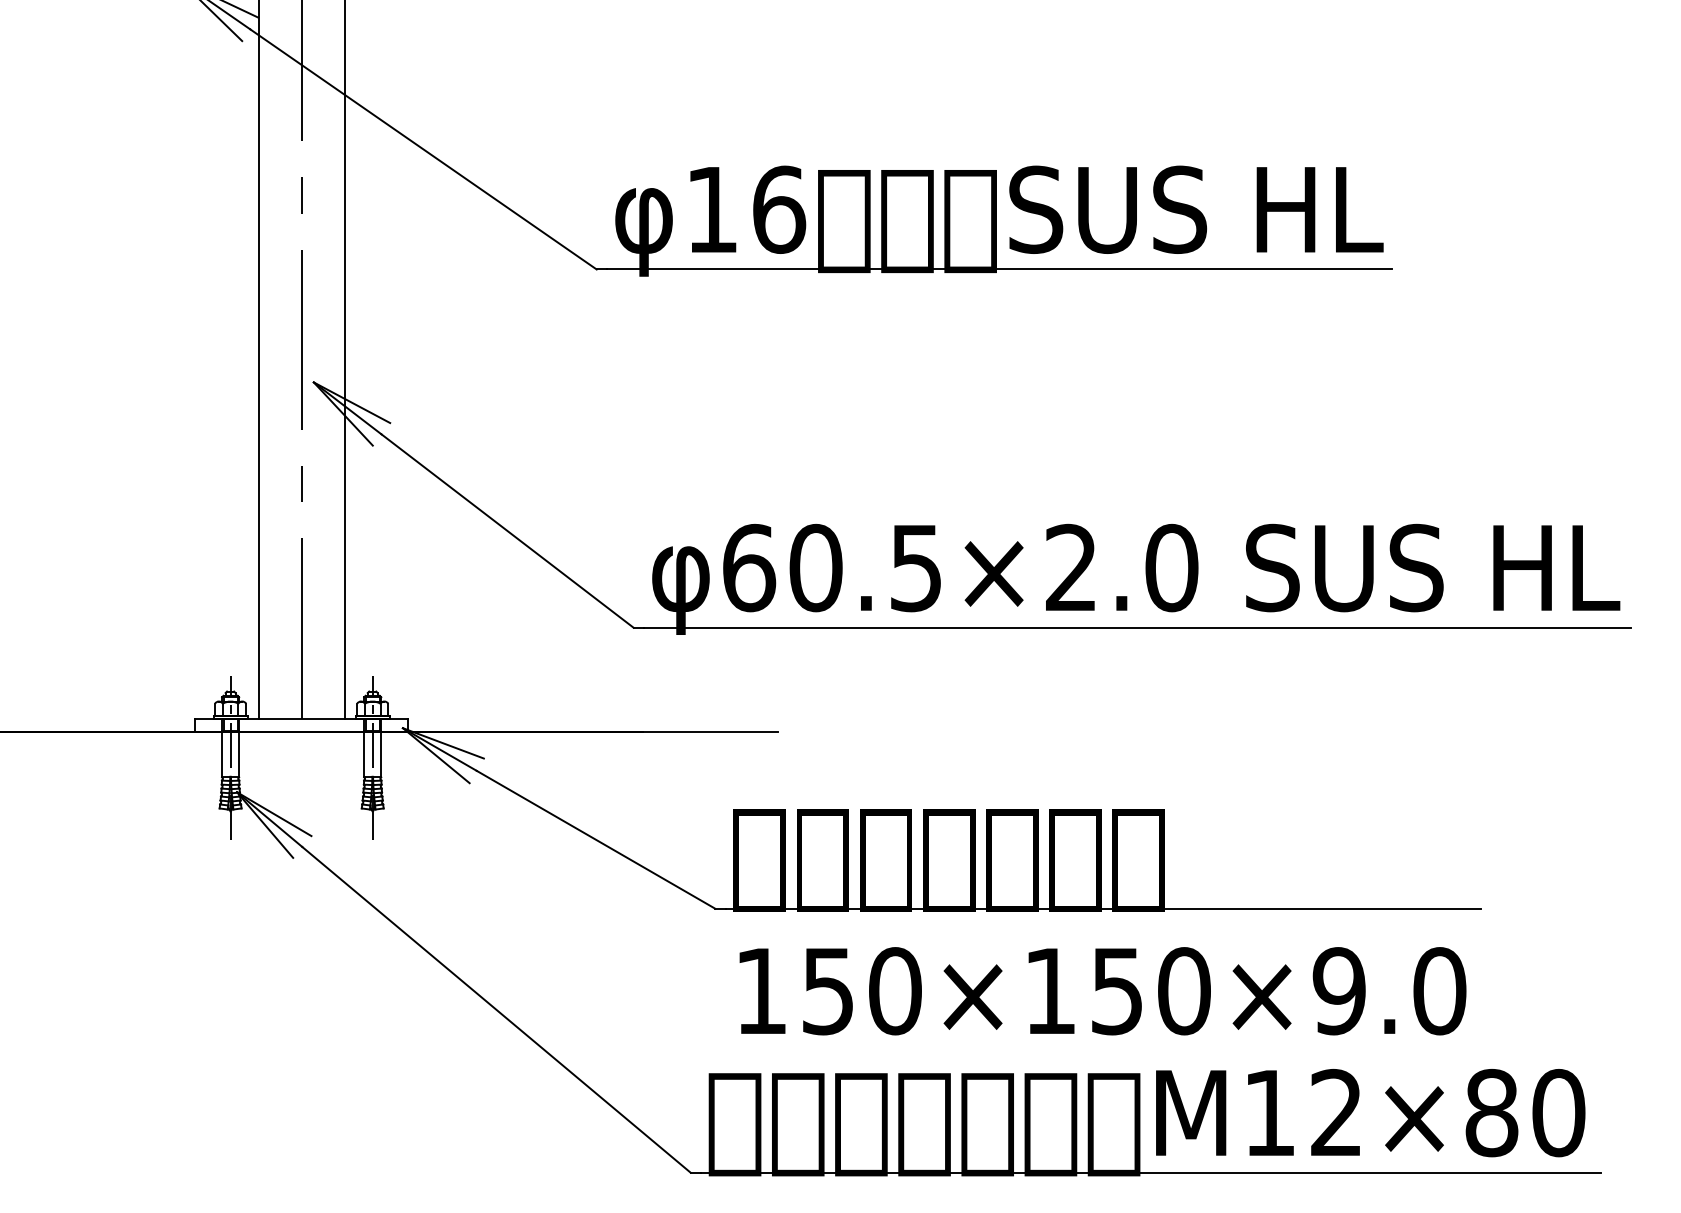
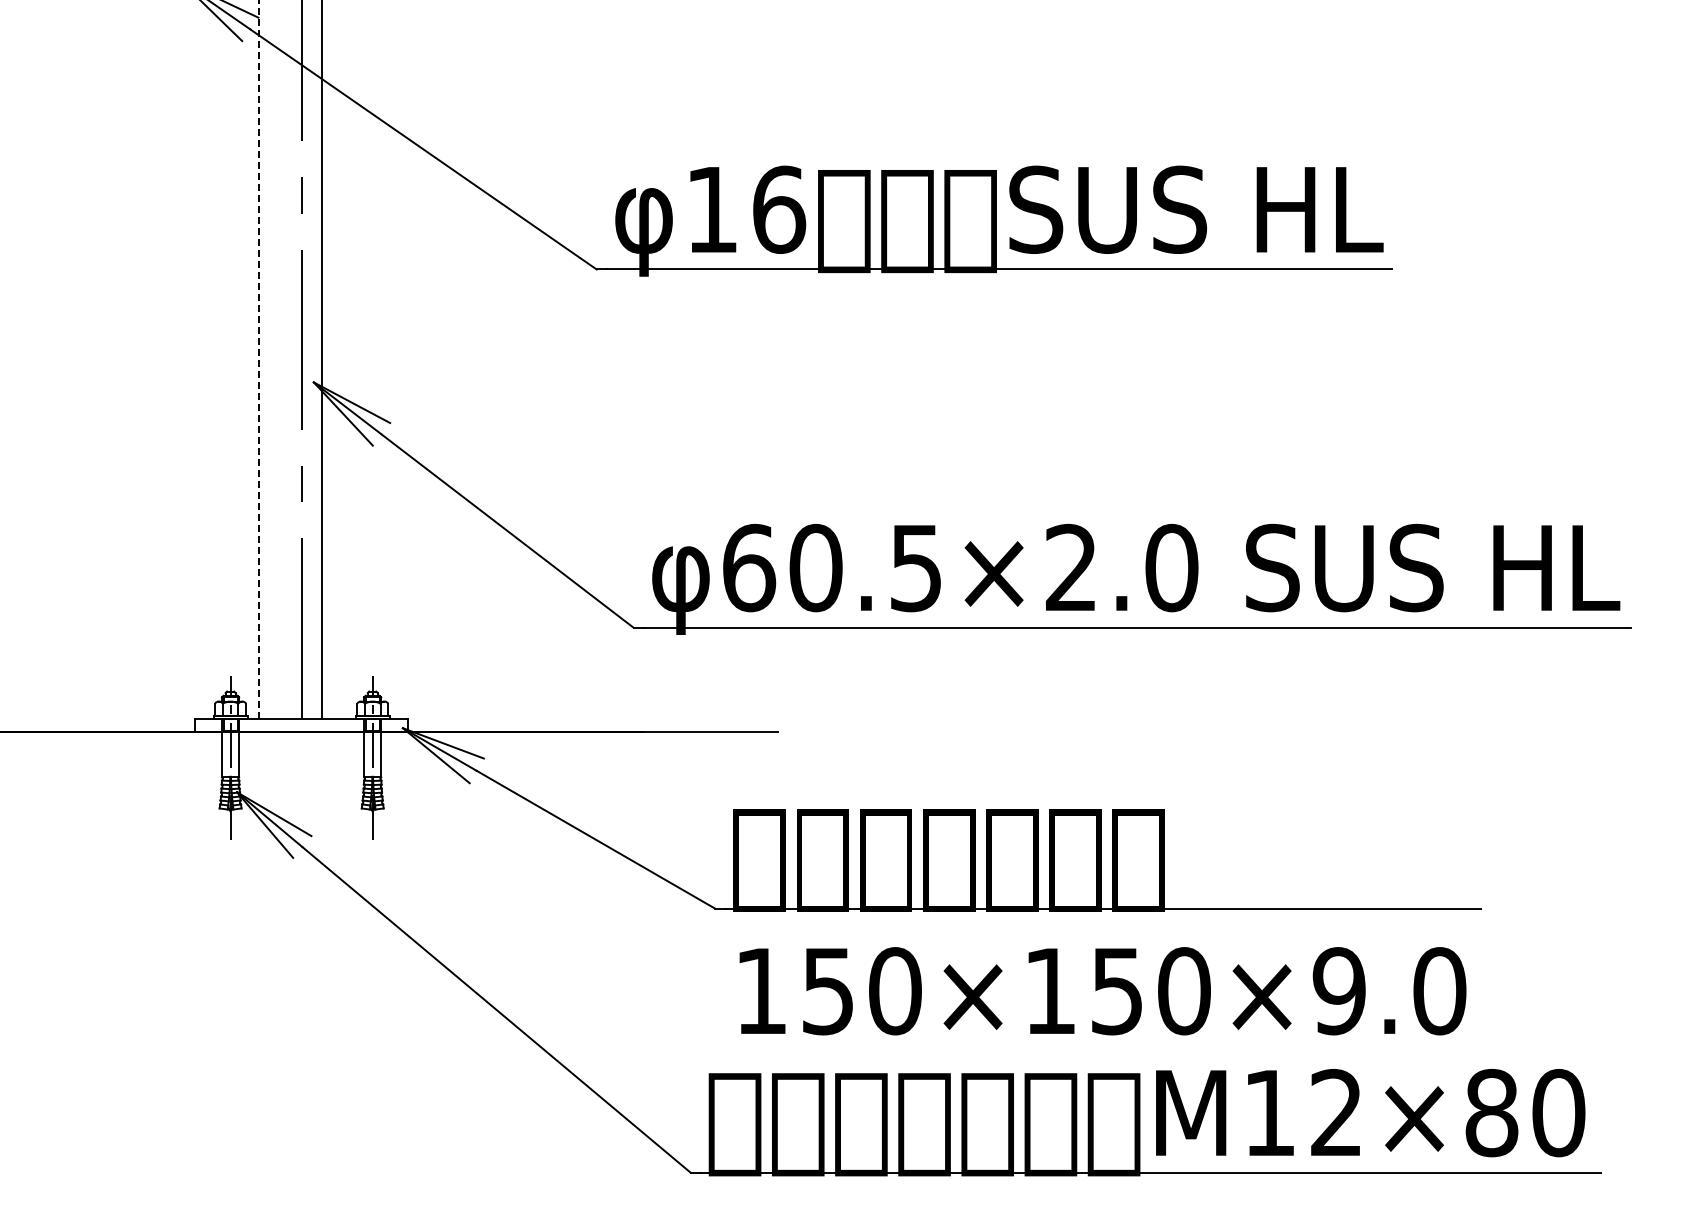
line at (258, 360): solid -> dashed
line at (344, 360) position: (344, 360) -> (321, 360)
